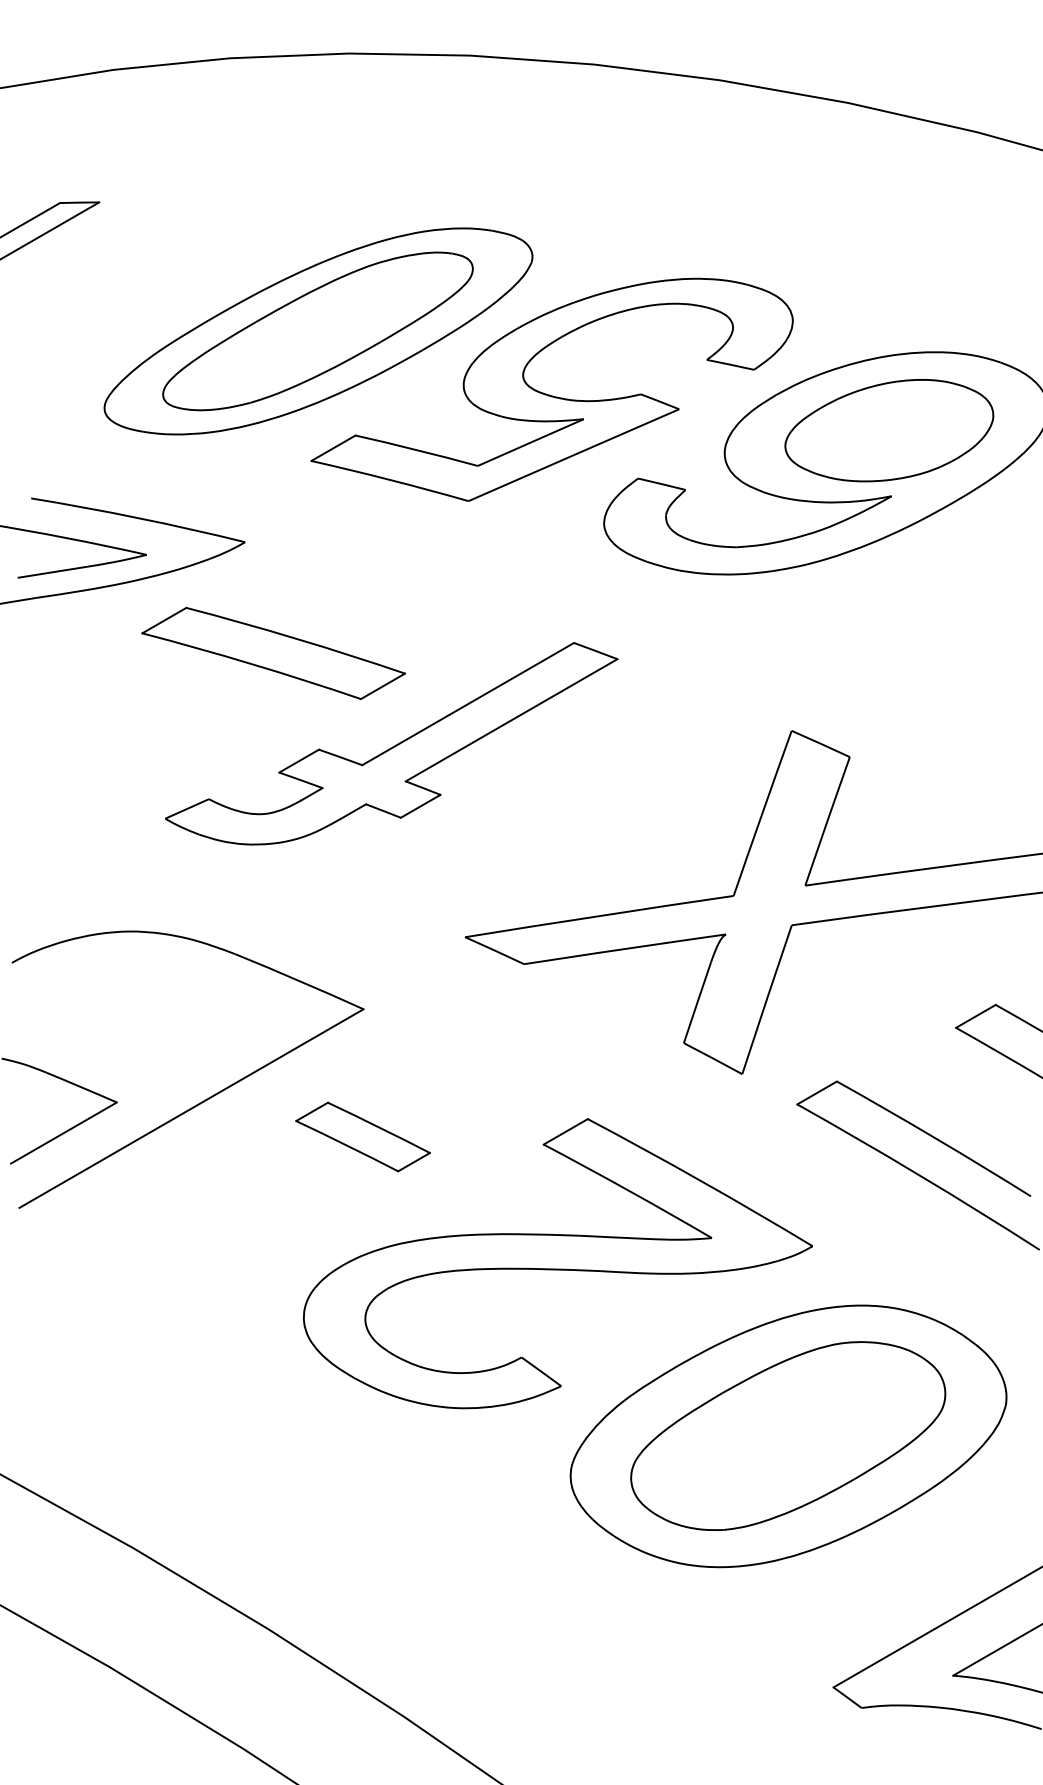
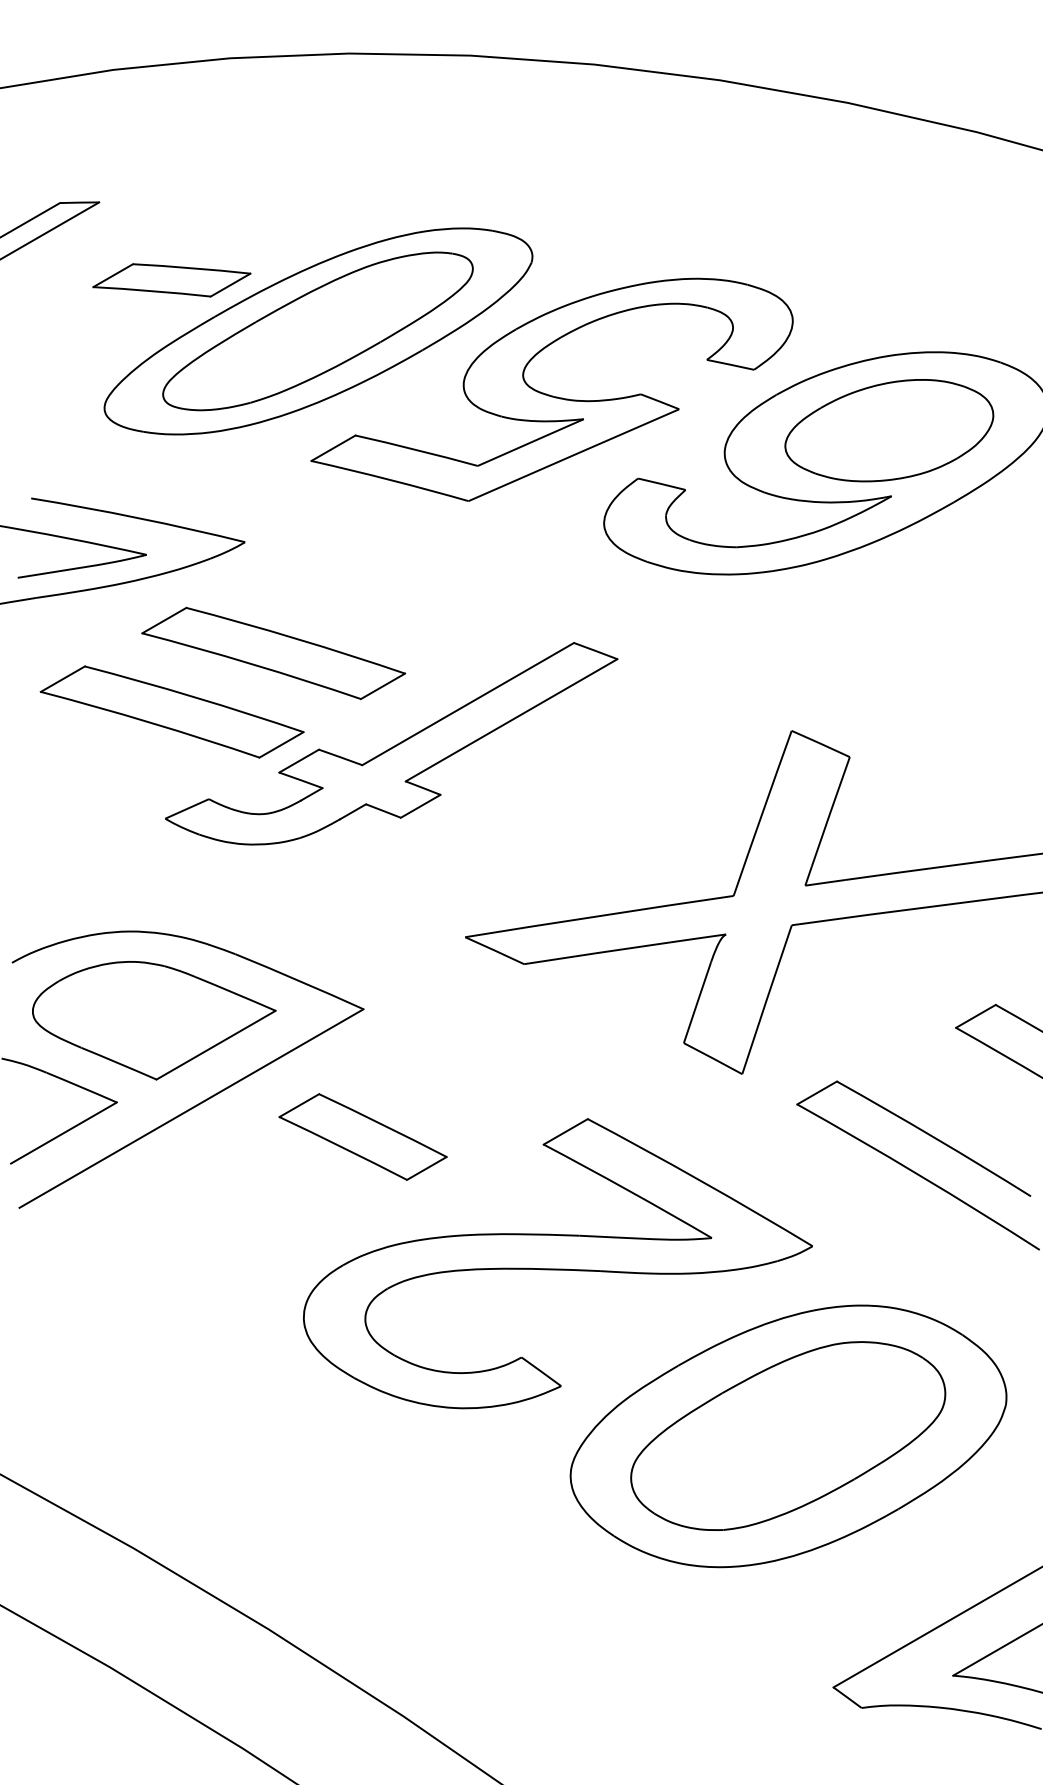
part at (171, 280): none -> present
part at (171, 711): none -> present
part at (154, 1020): none -> present
part at (362, 1136) size: 136x72 px -> 170x88 px
